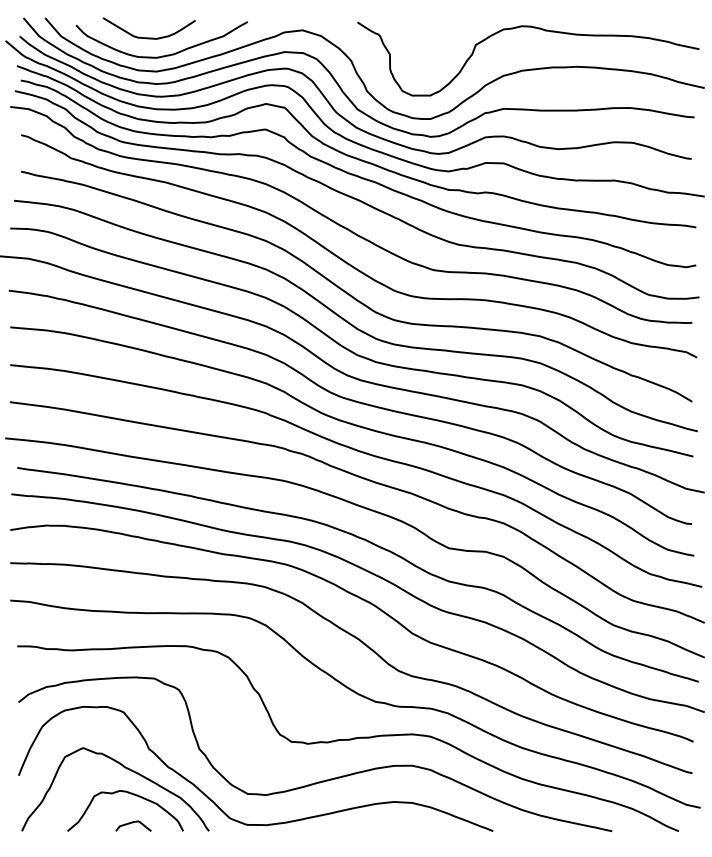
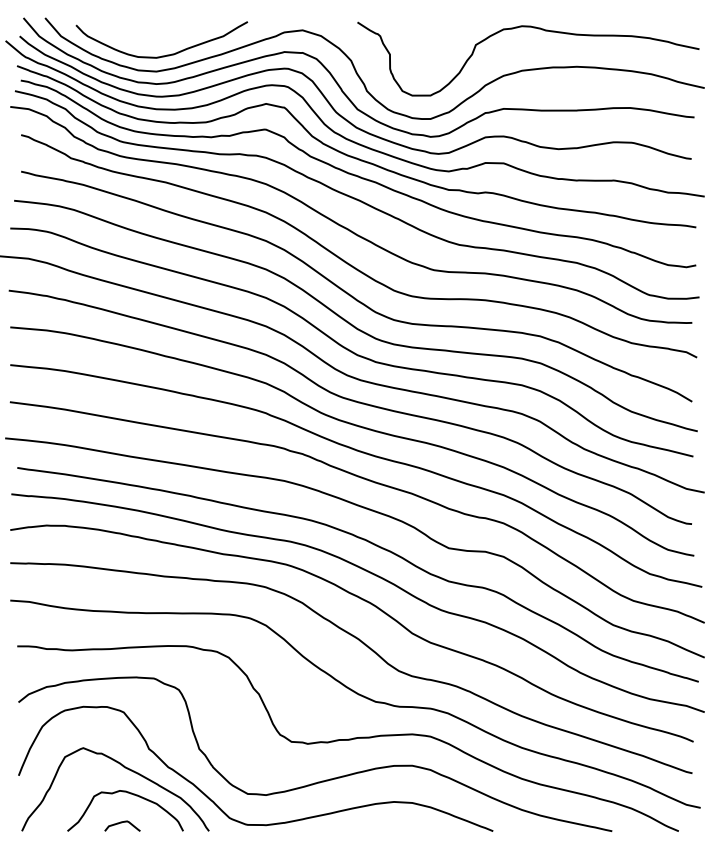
curve at (148, 37): present -> none
curve at (132, 823) position: (132, 823) -> (121, 823)
